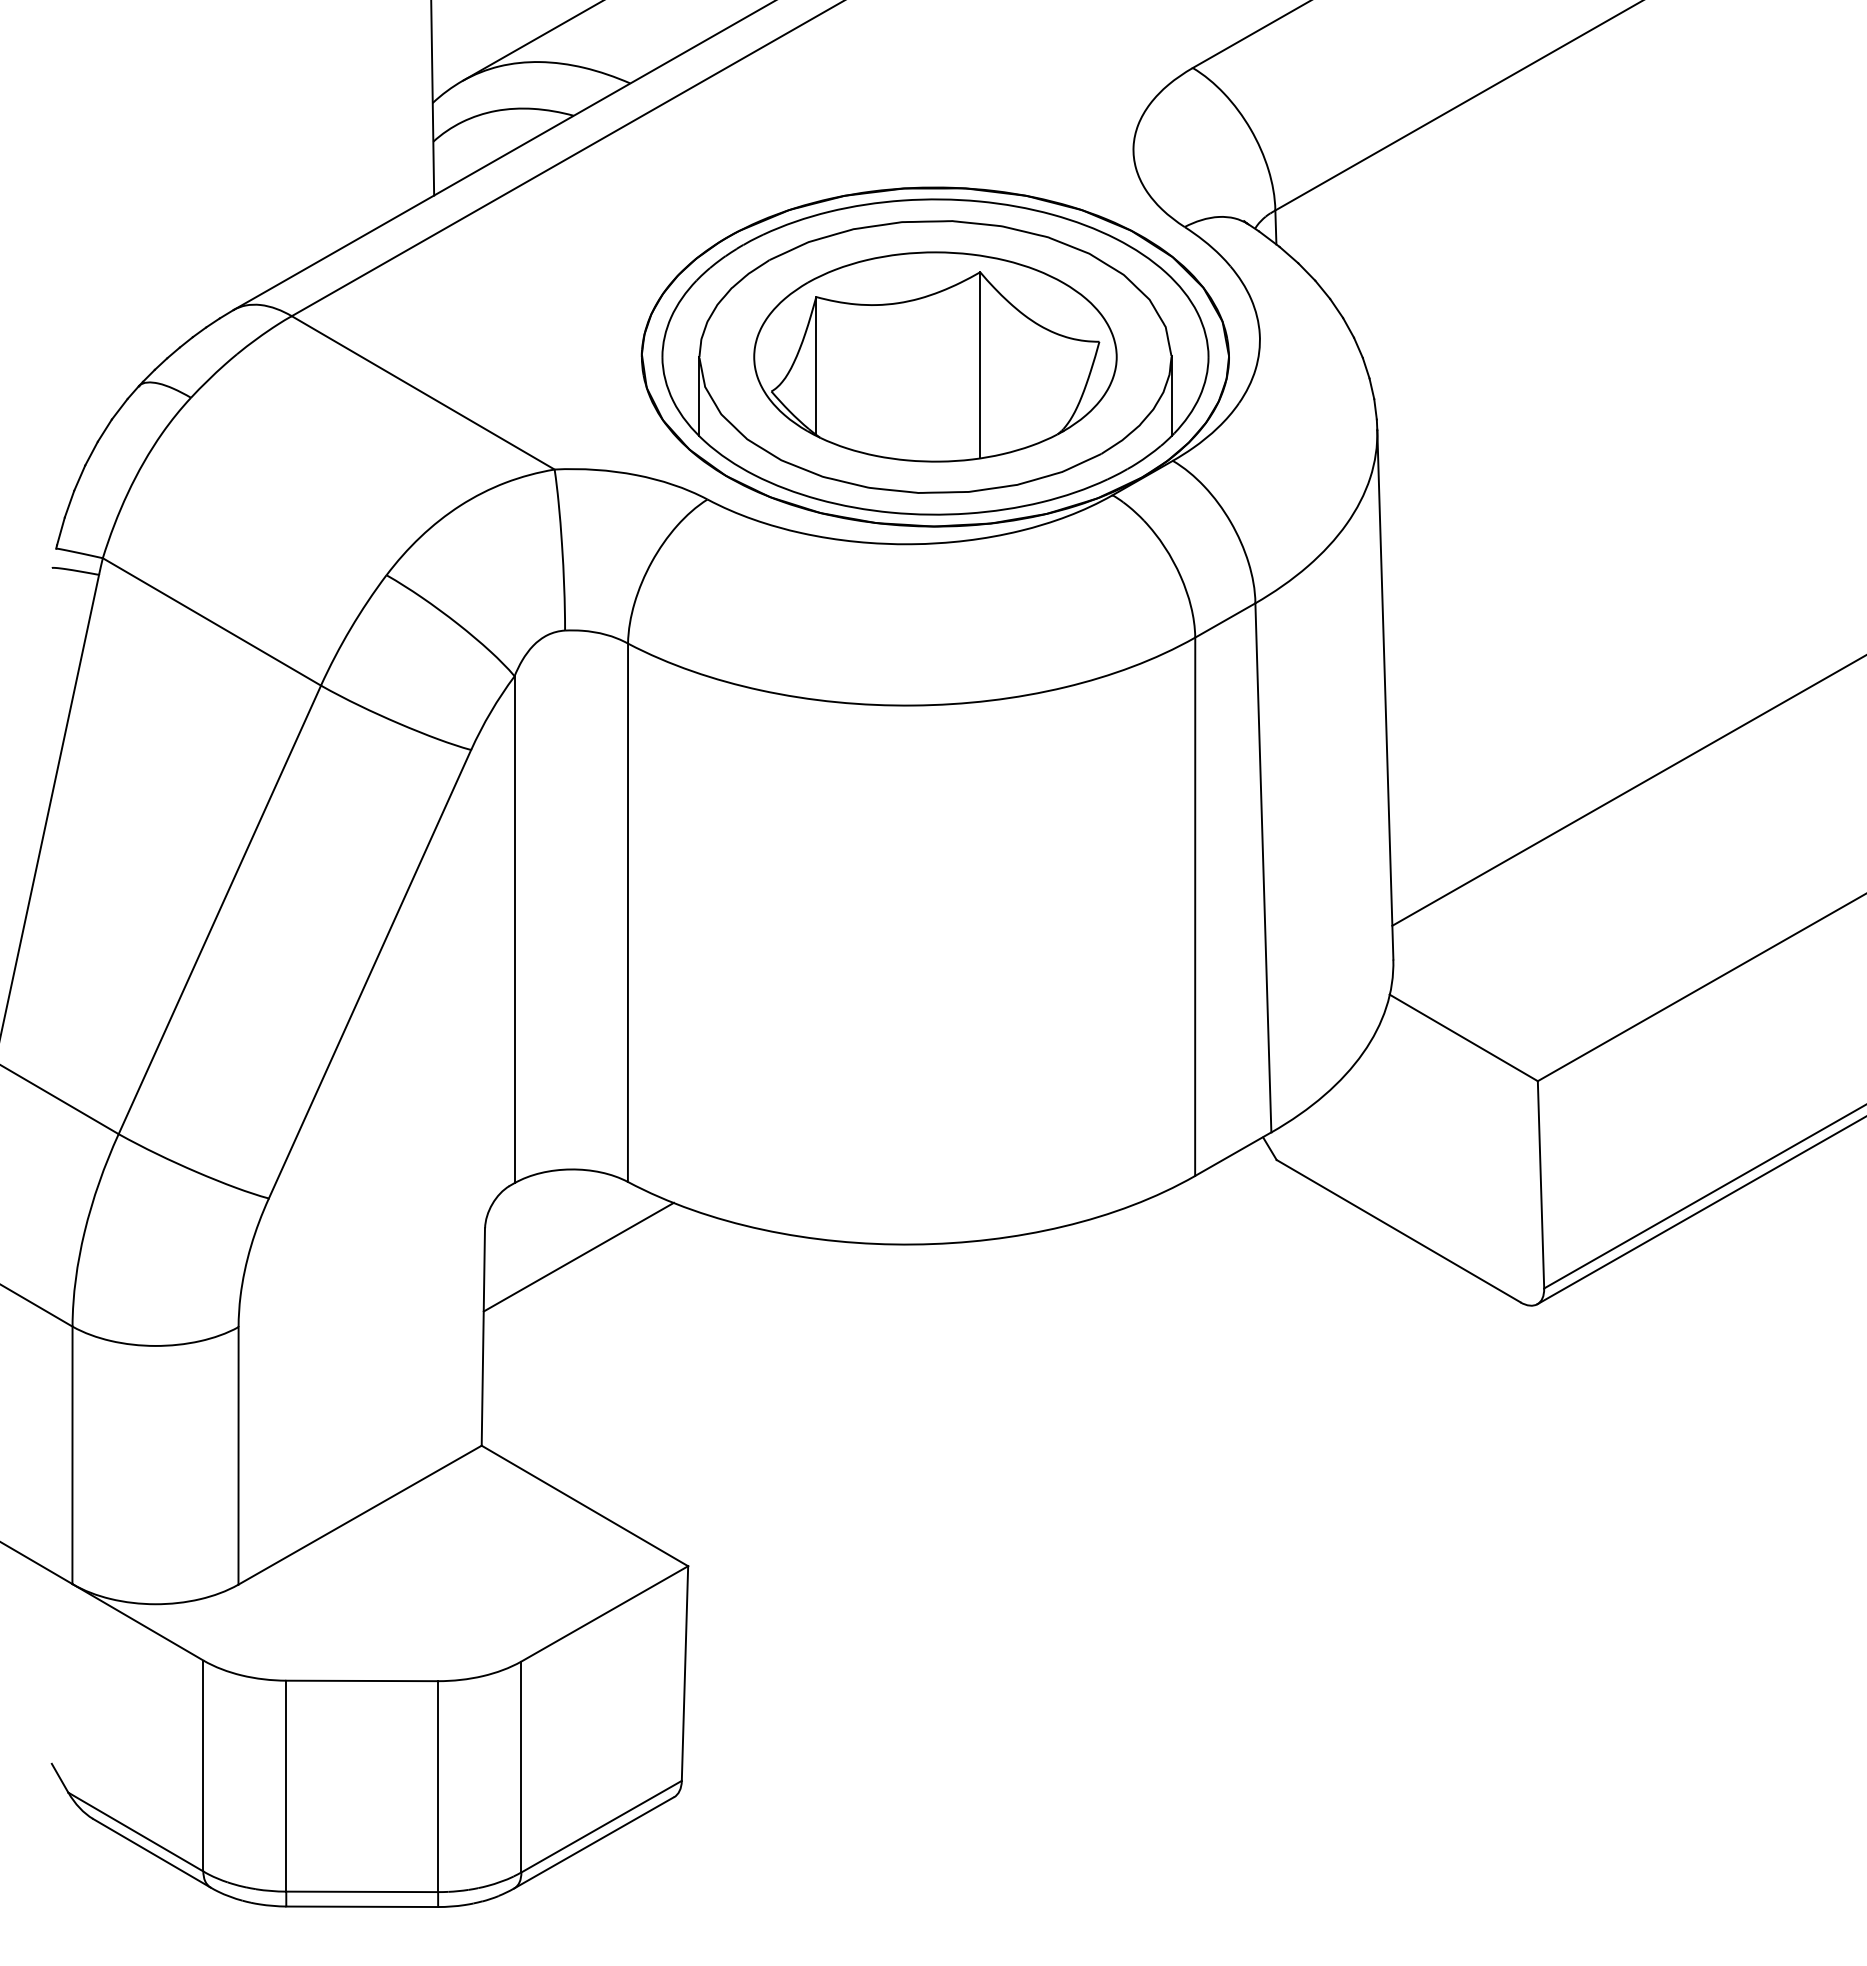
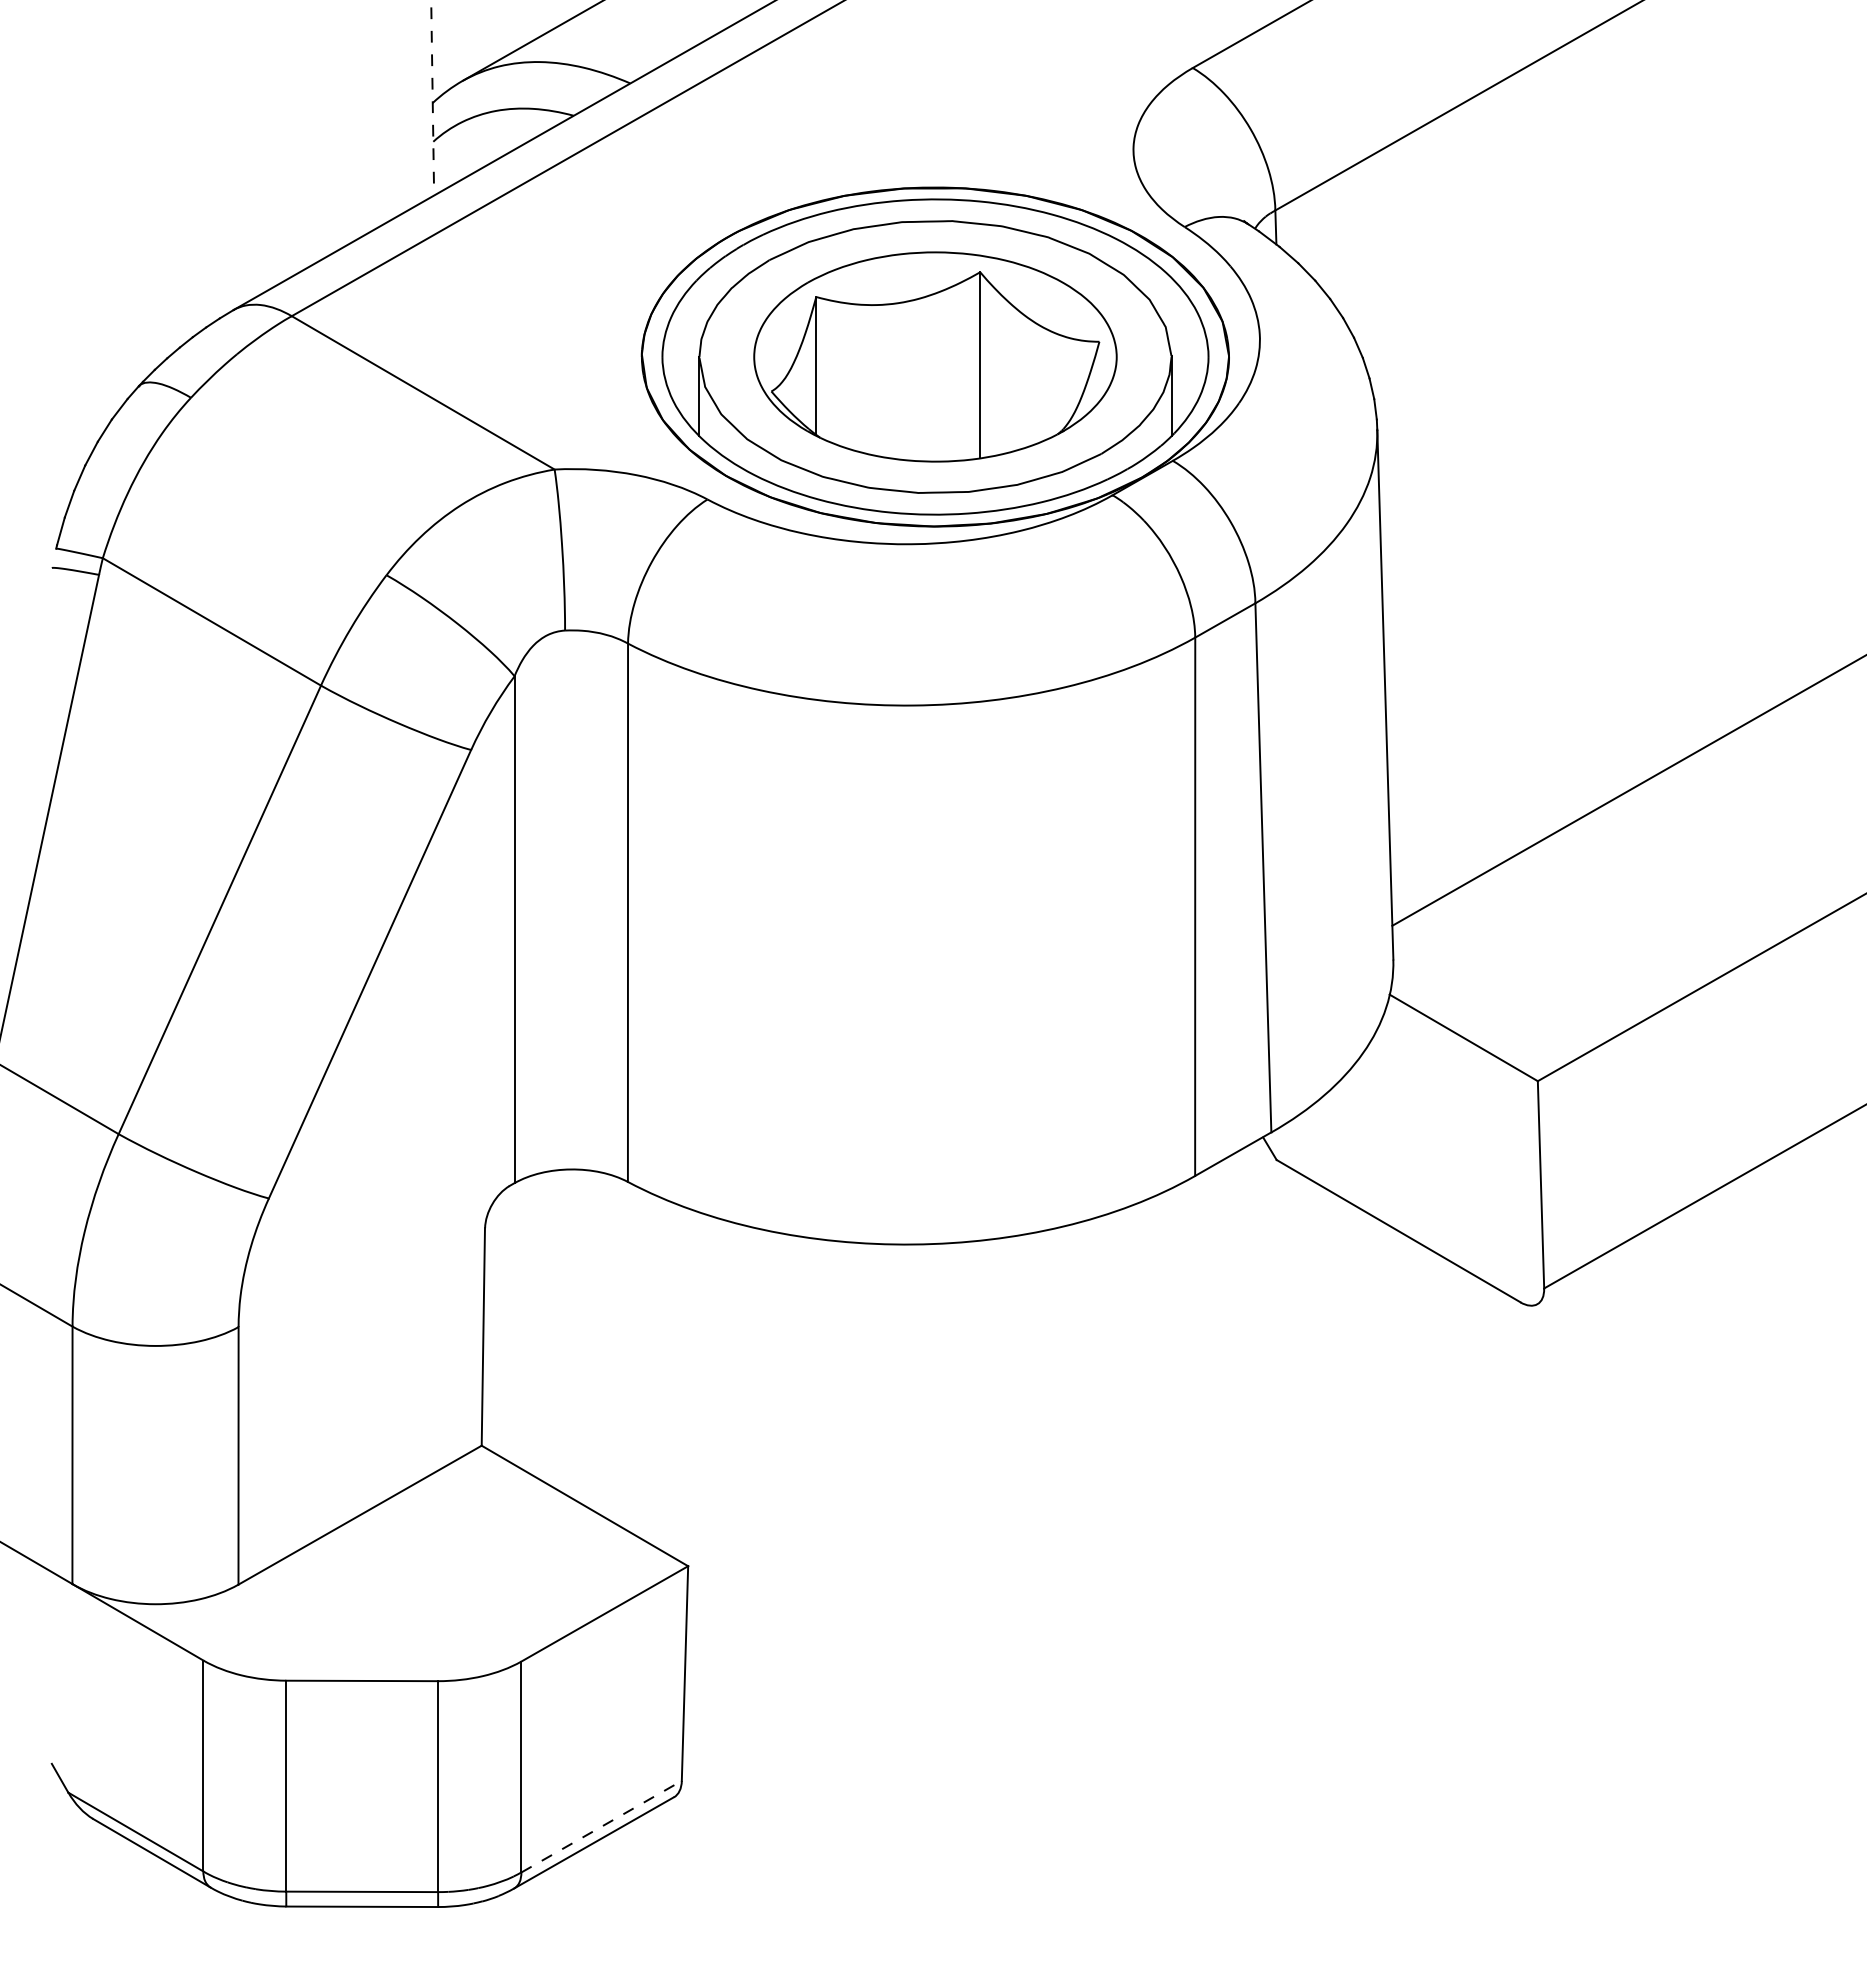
line at (432, 98): solid -> dashed
line at (1700, 1211): present -> none
line at (578, 1256): present -> none
line at (602, 1826): solid -> dashed
